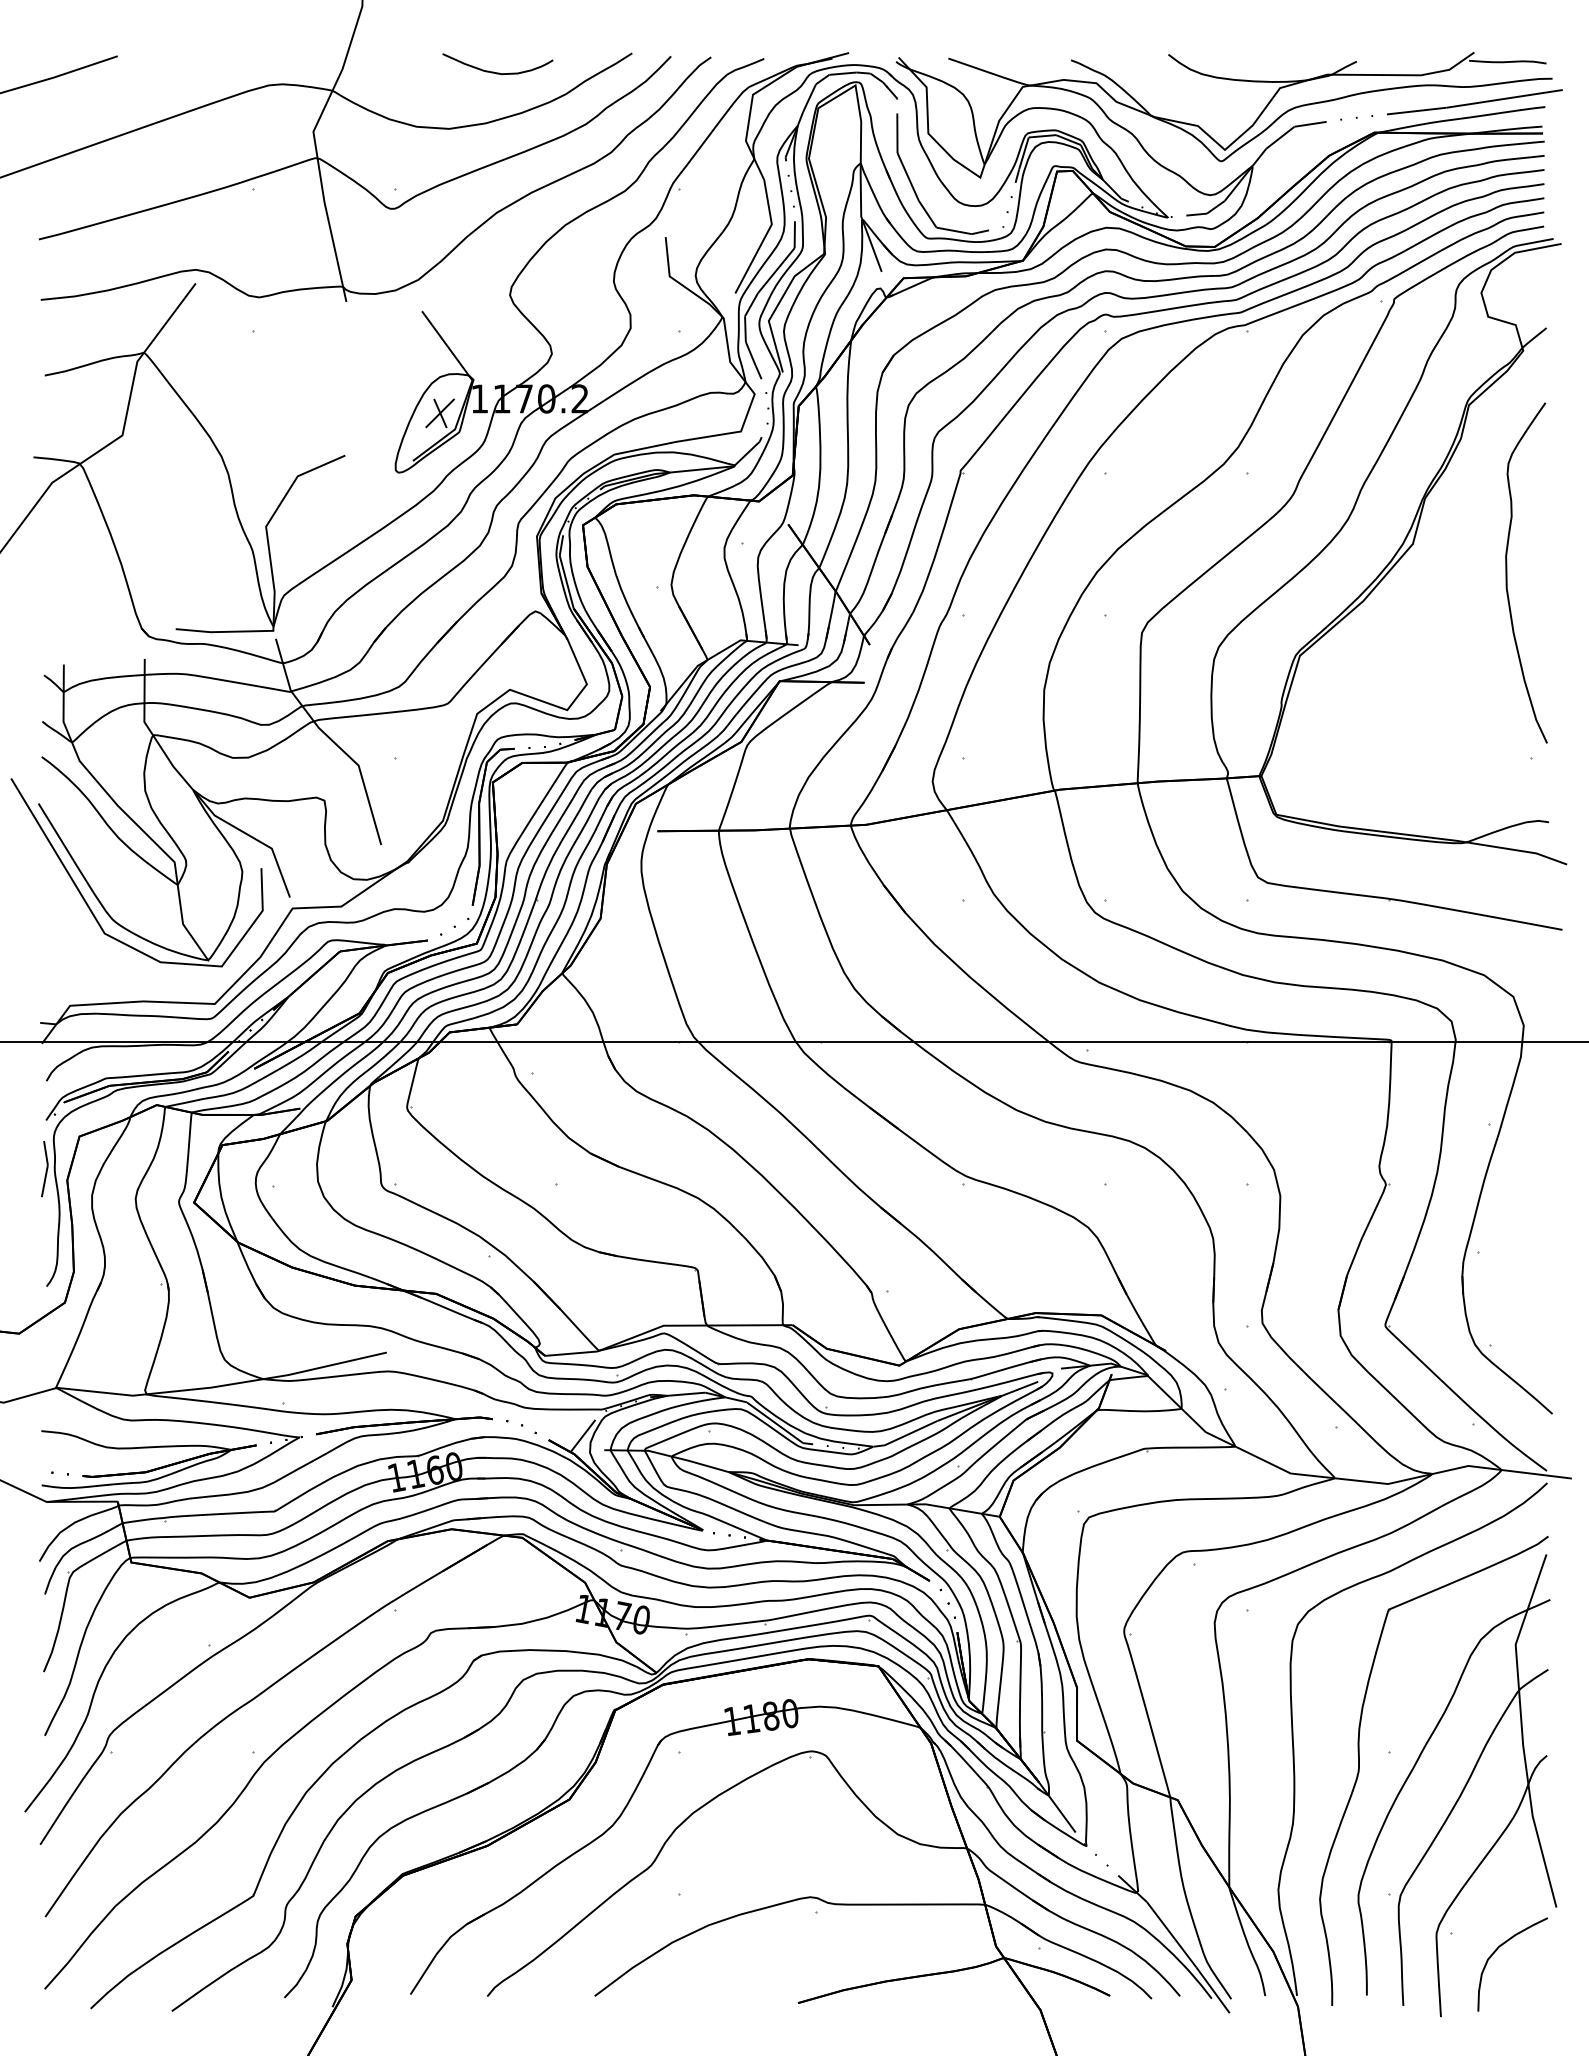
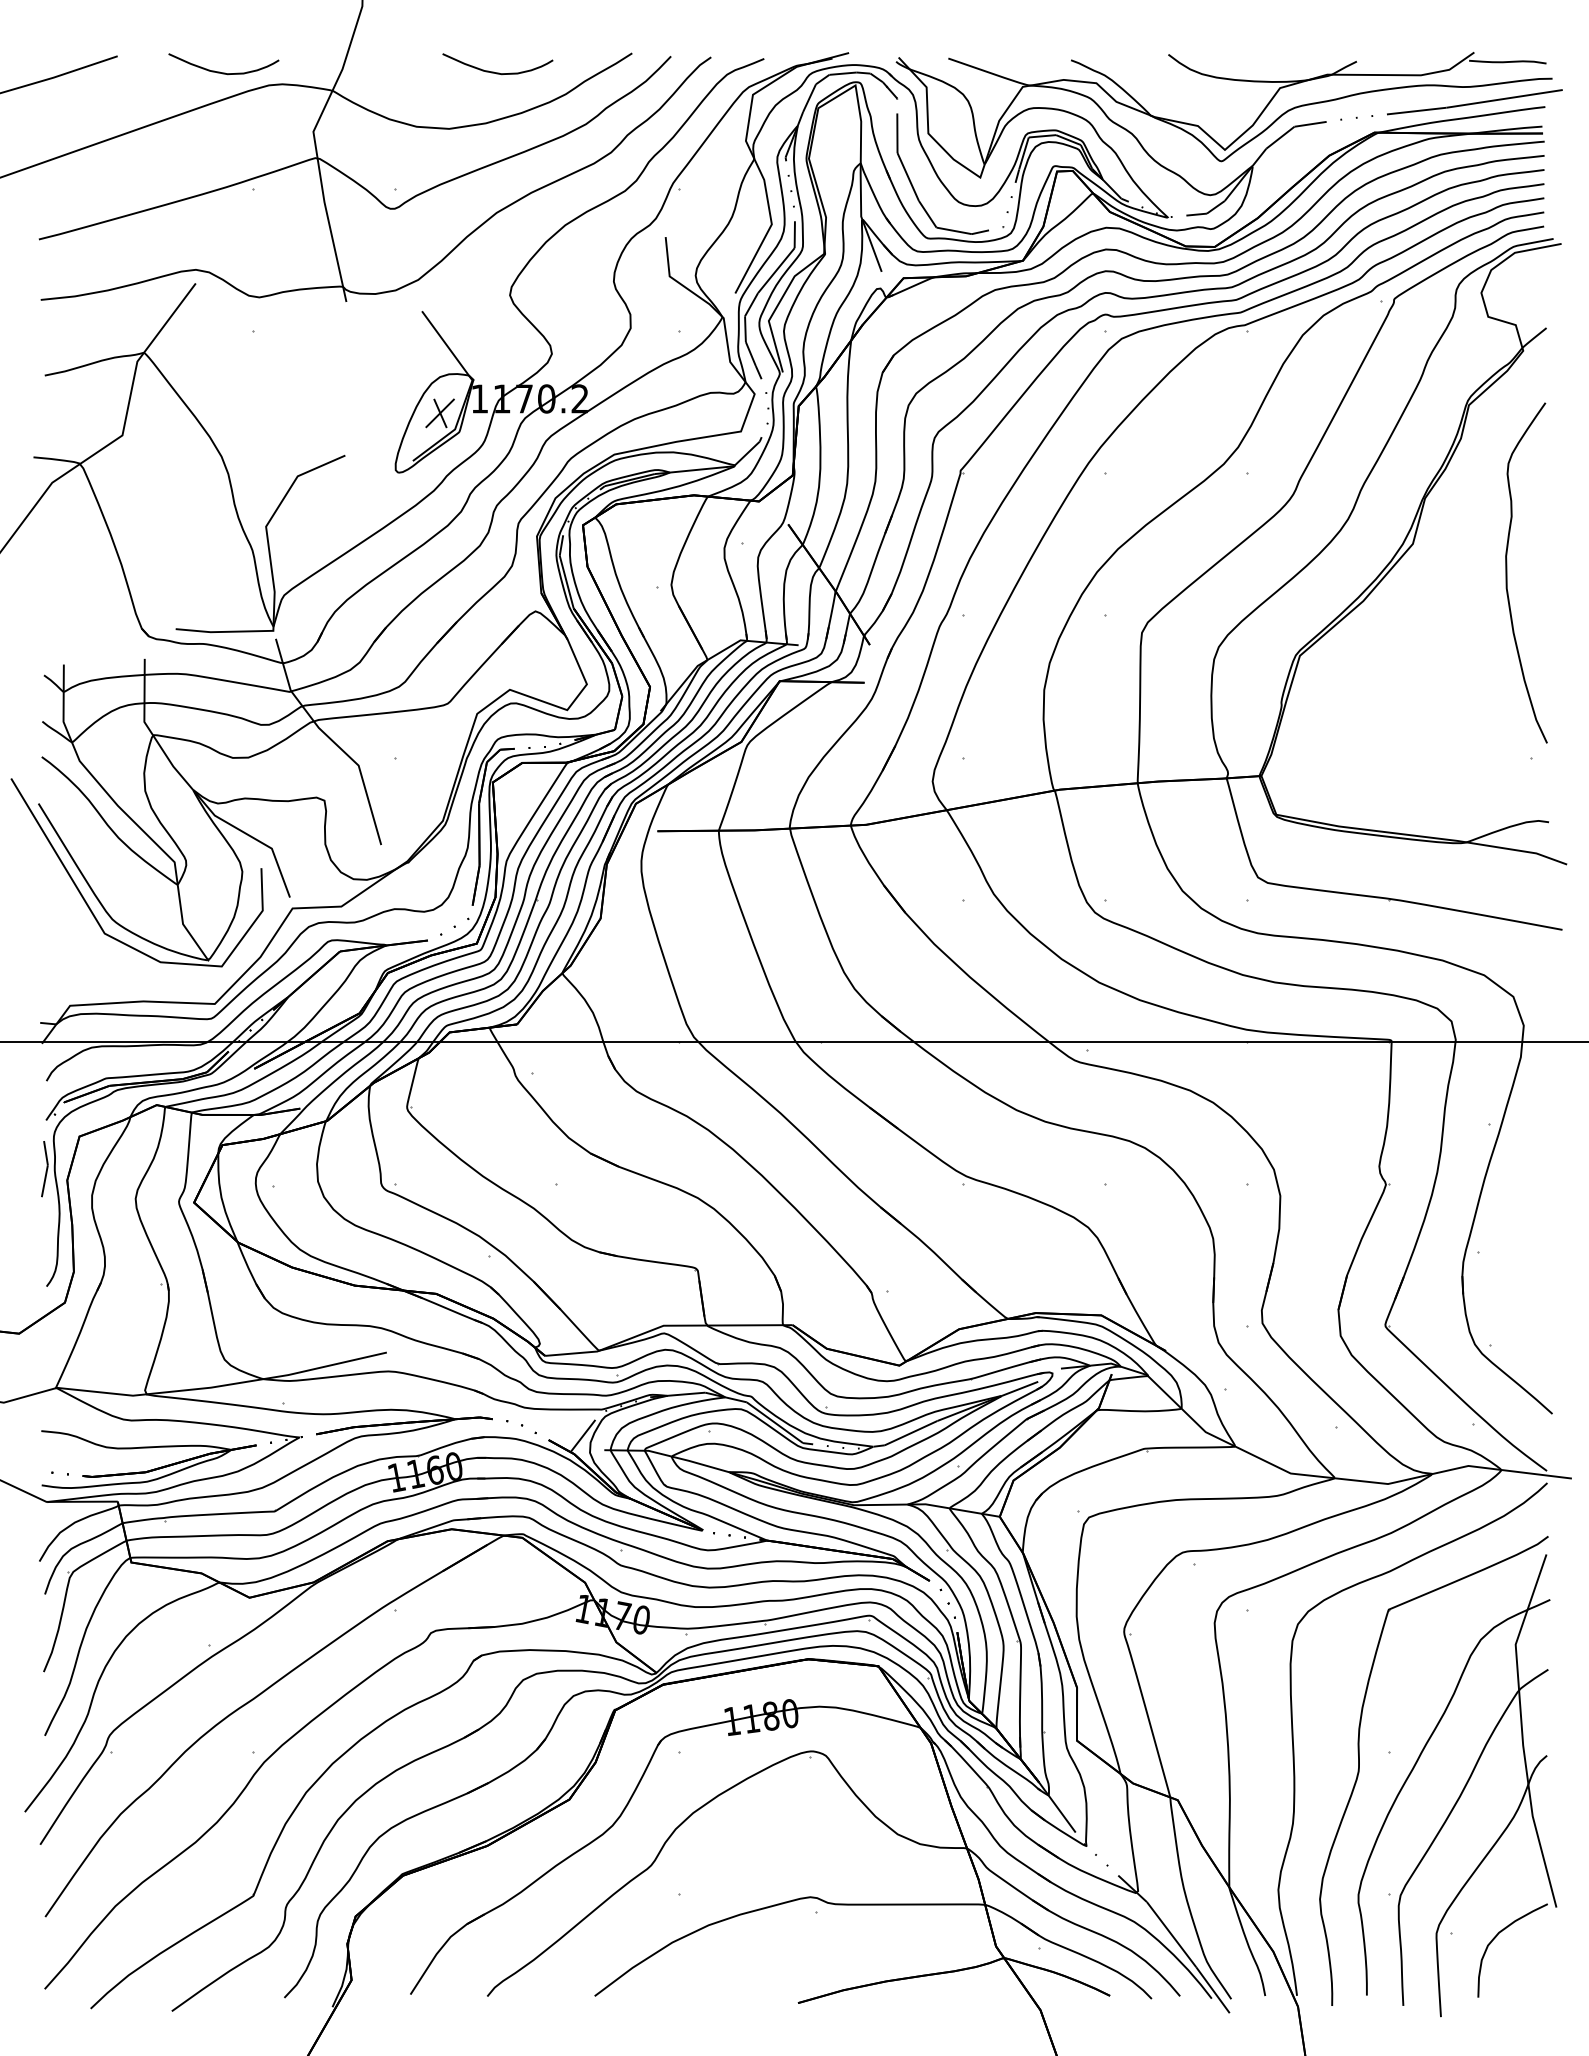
curve at (220, 71): none -> present
curve at (1497, 1950) position: (1497, 1950) -> (1497, 1936)
